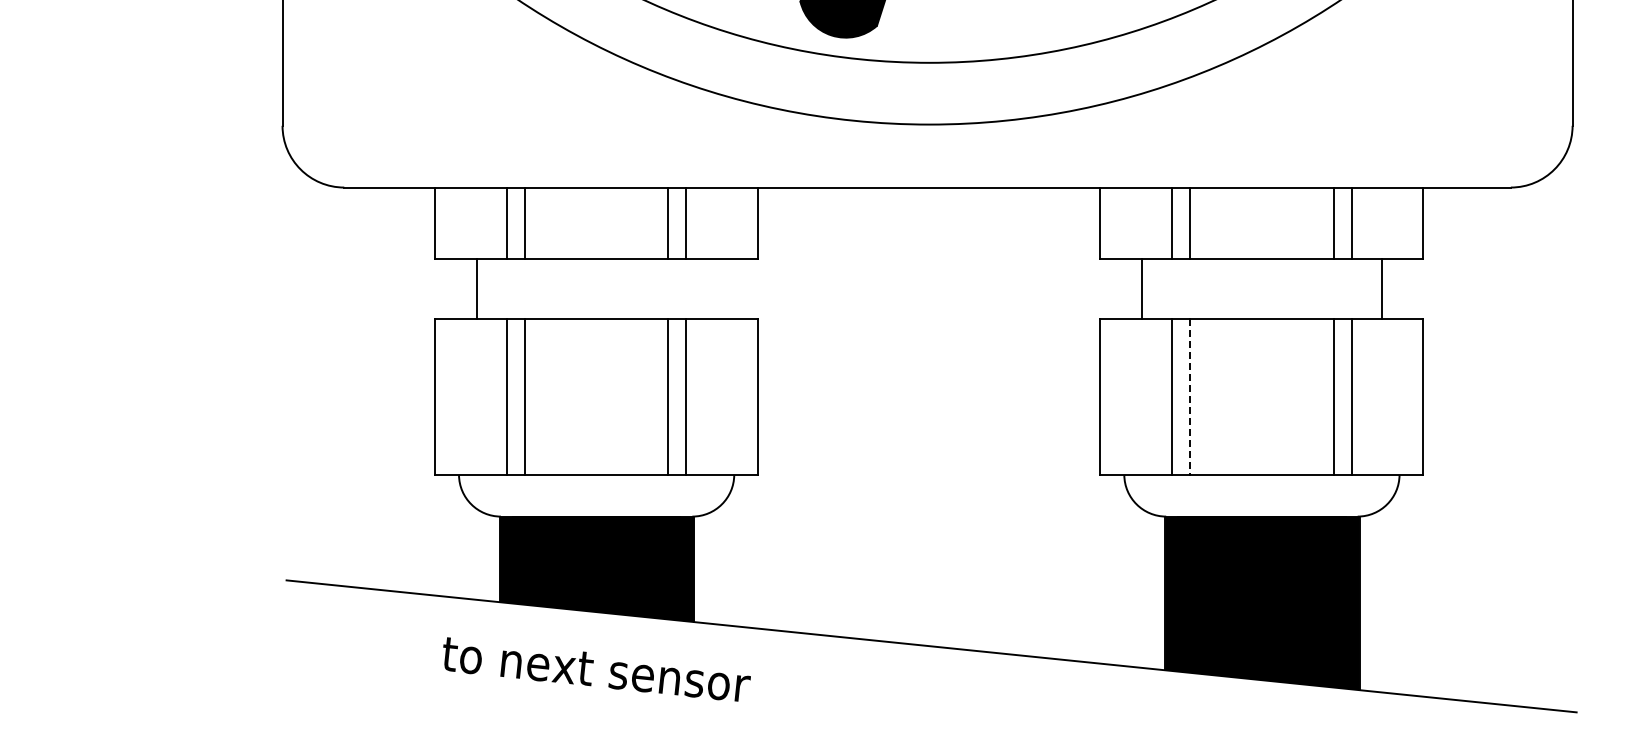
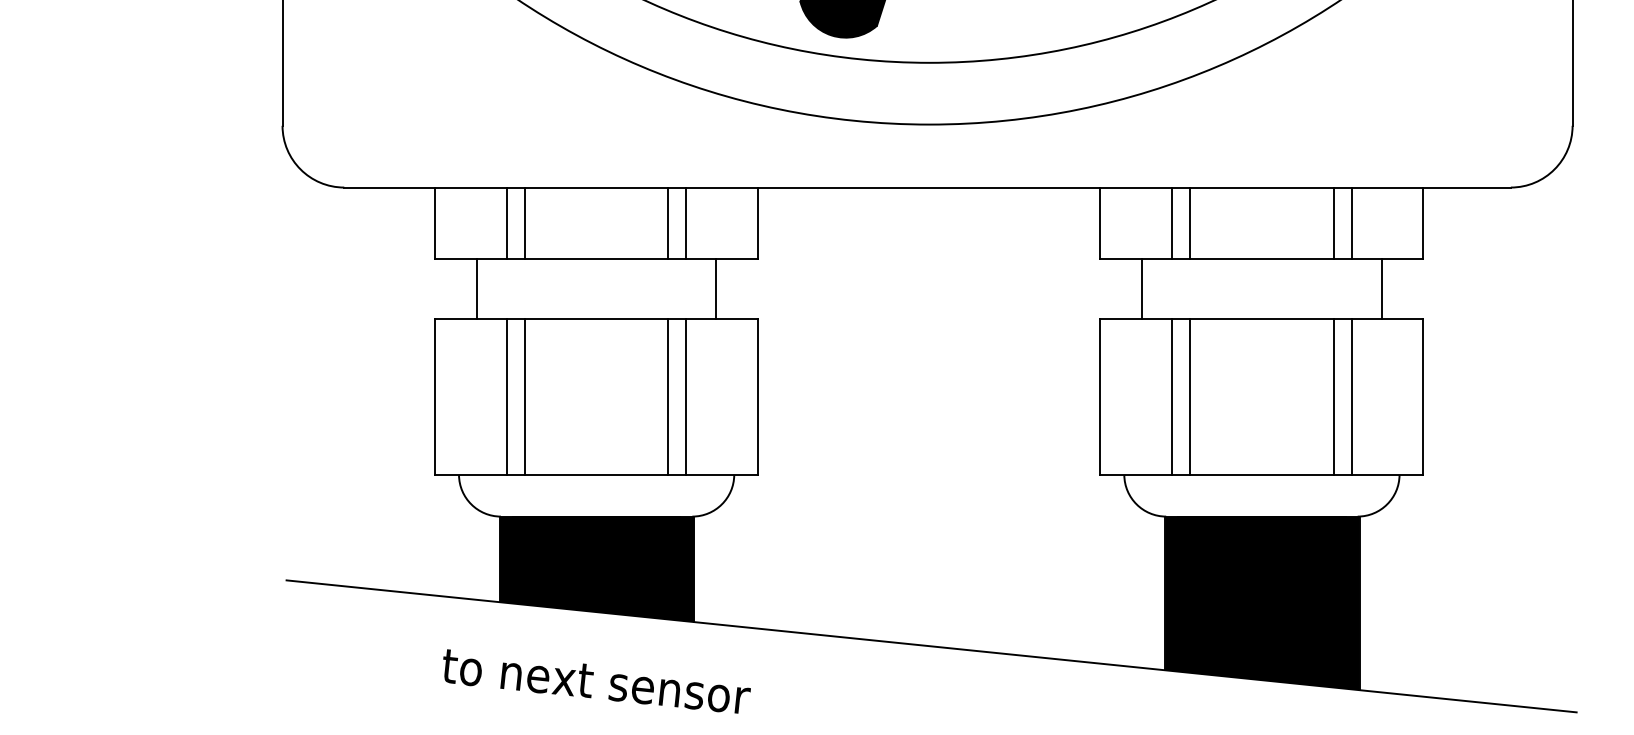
line at (716, 289): none -> present
line at (1190, 397): dashed -> solid
text at (596, 669) position: (596, 669) -> (596, 681)
